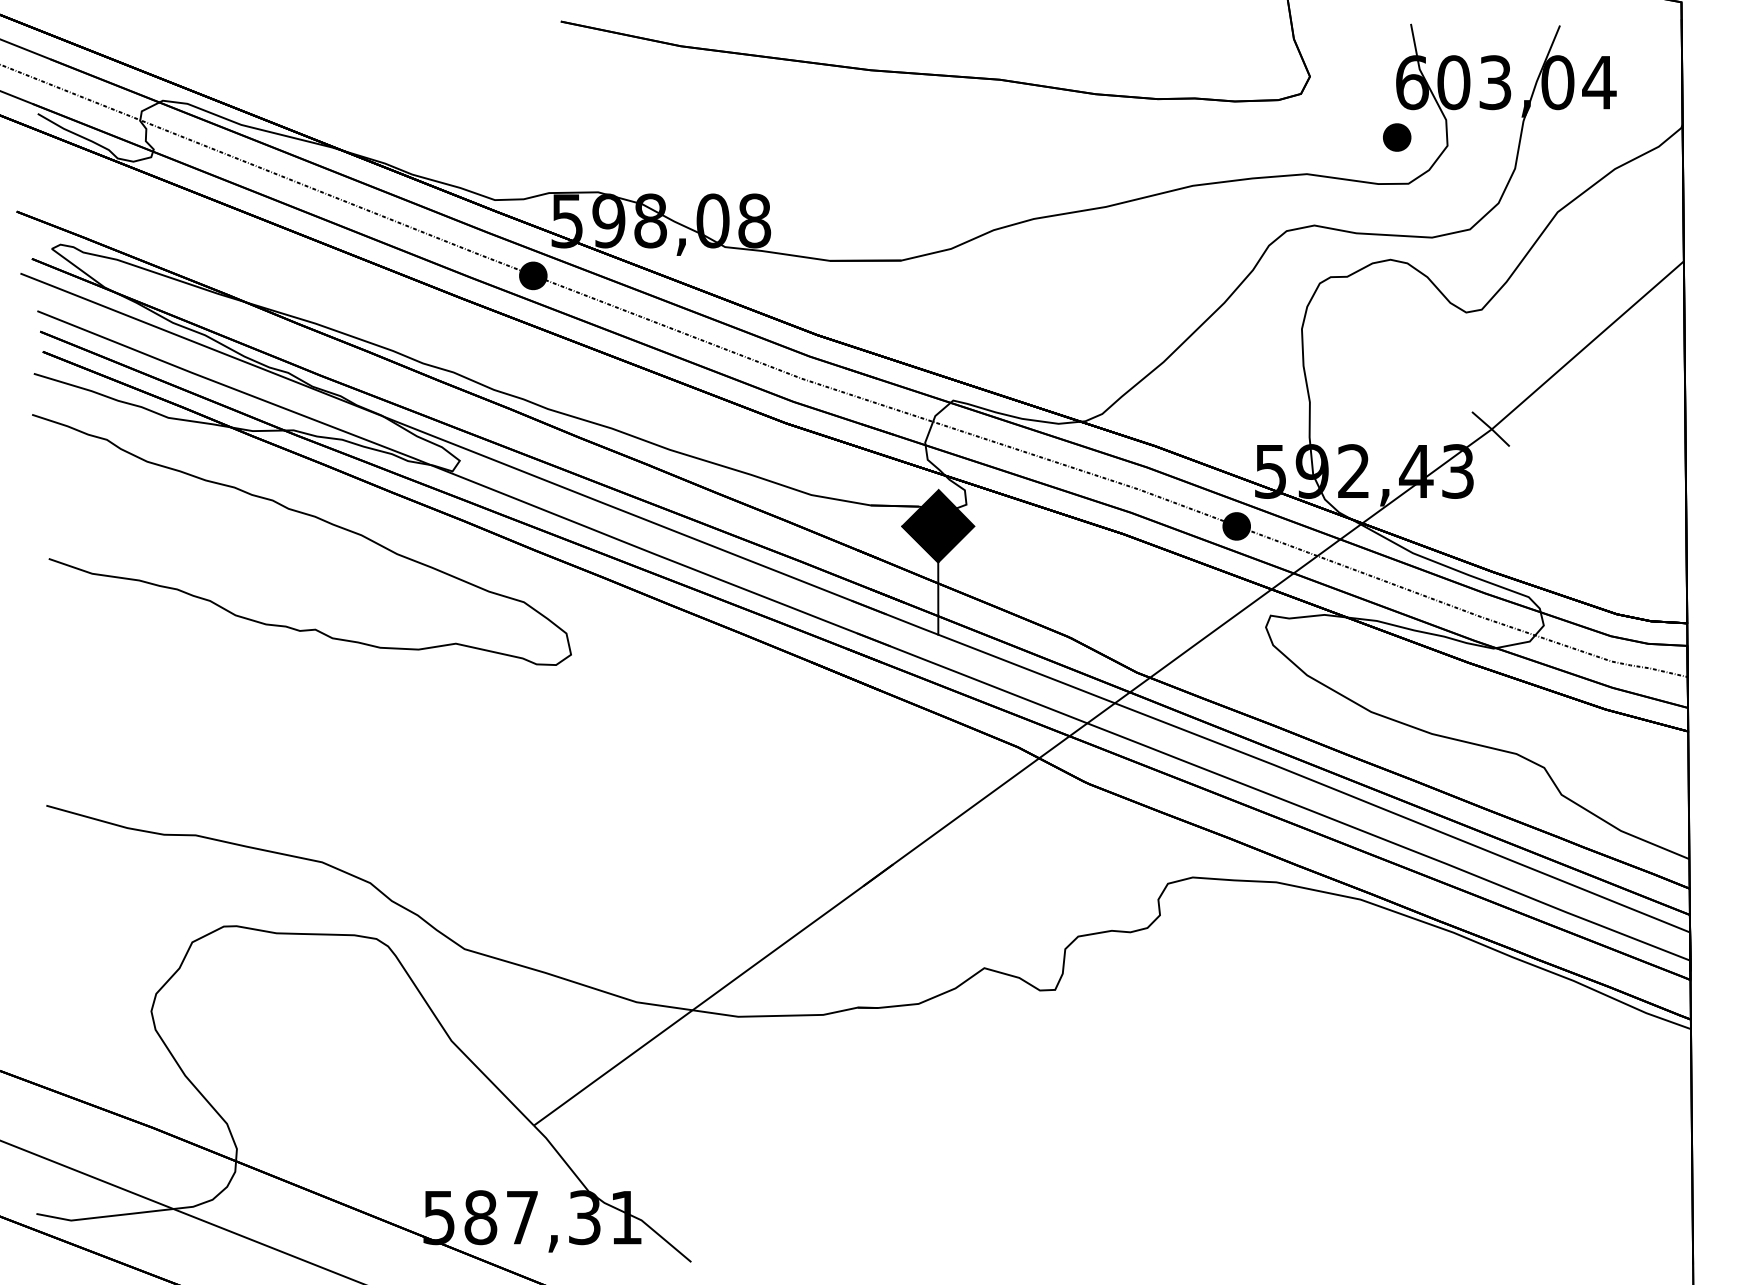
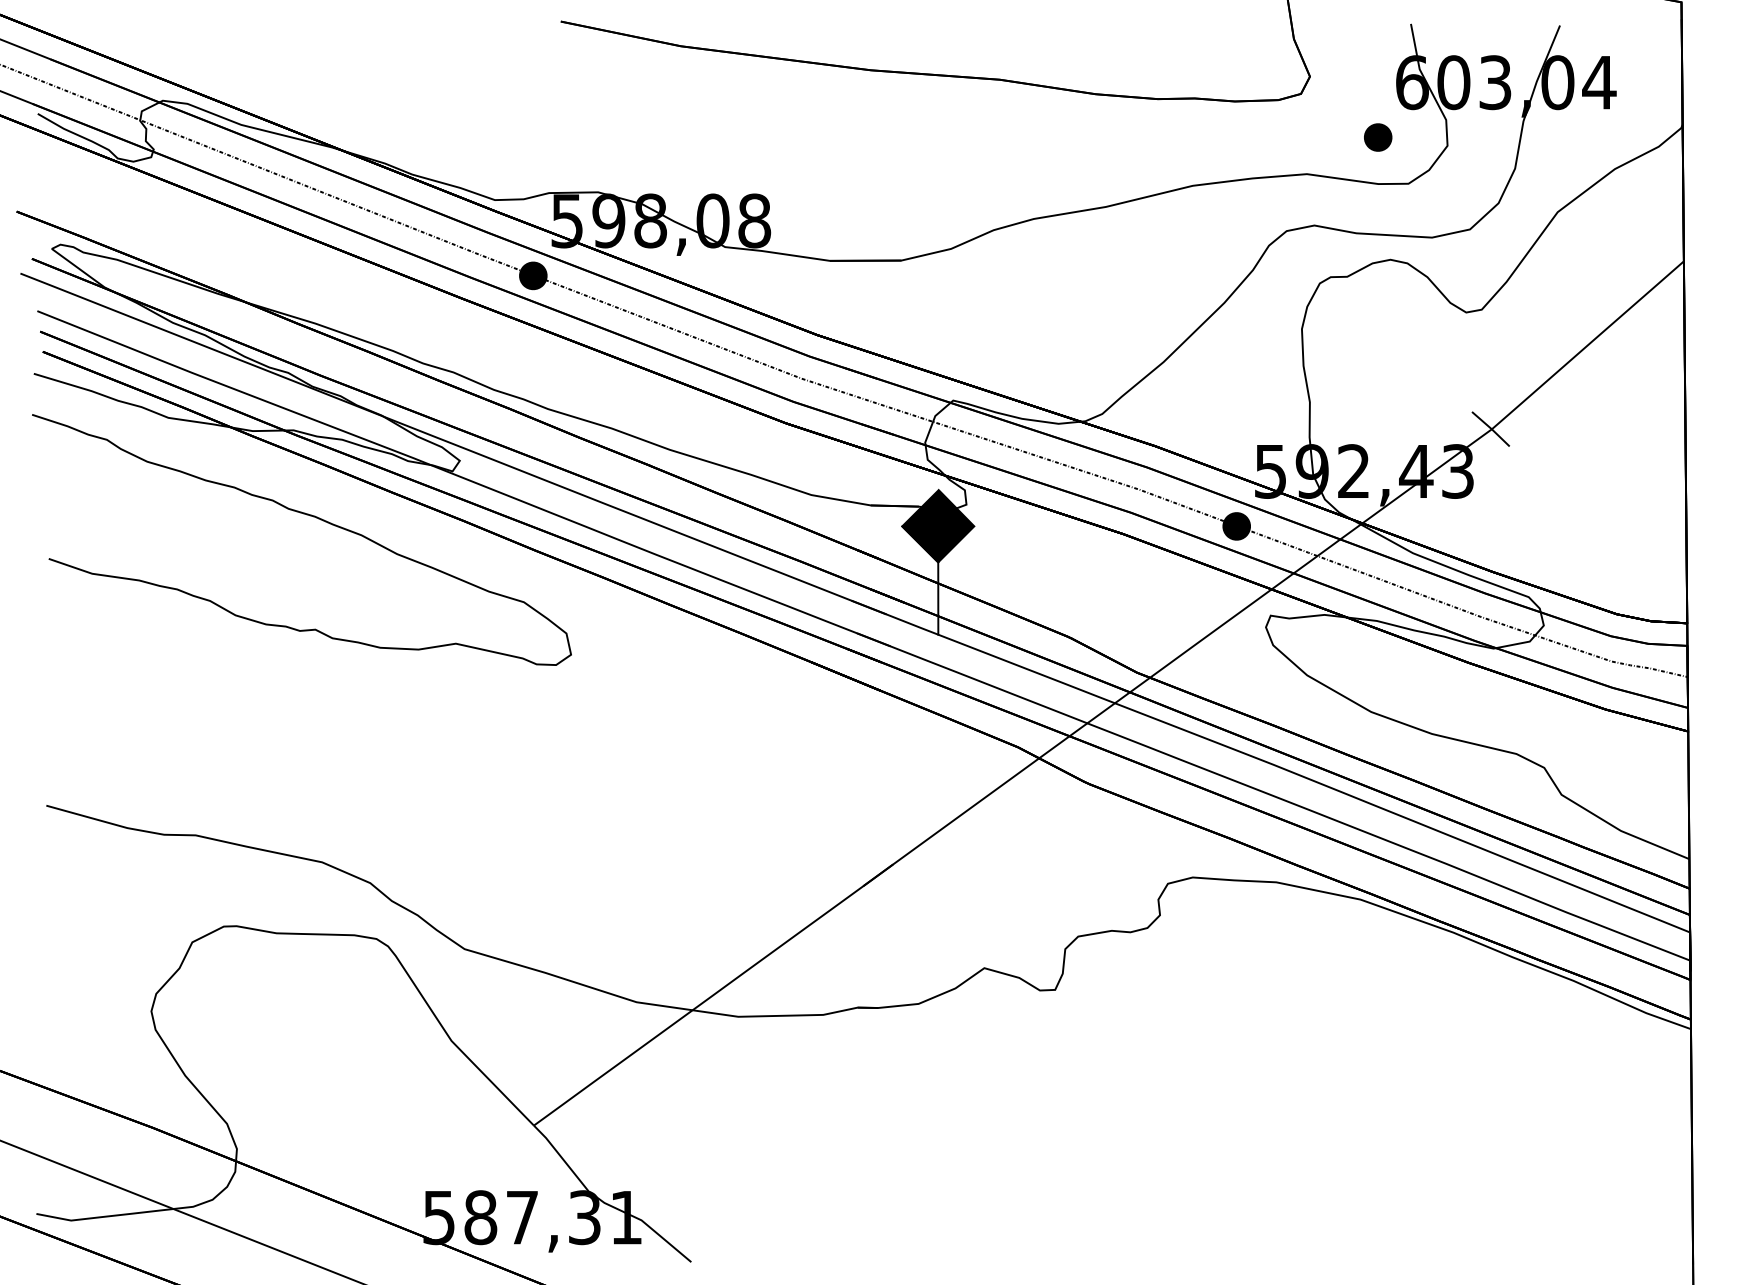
part at (1397, 137) position: (1397, 137) -> (1378, 137)
